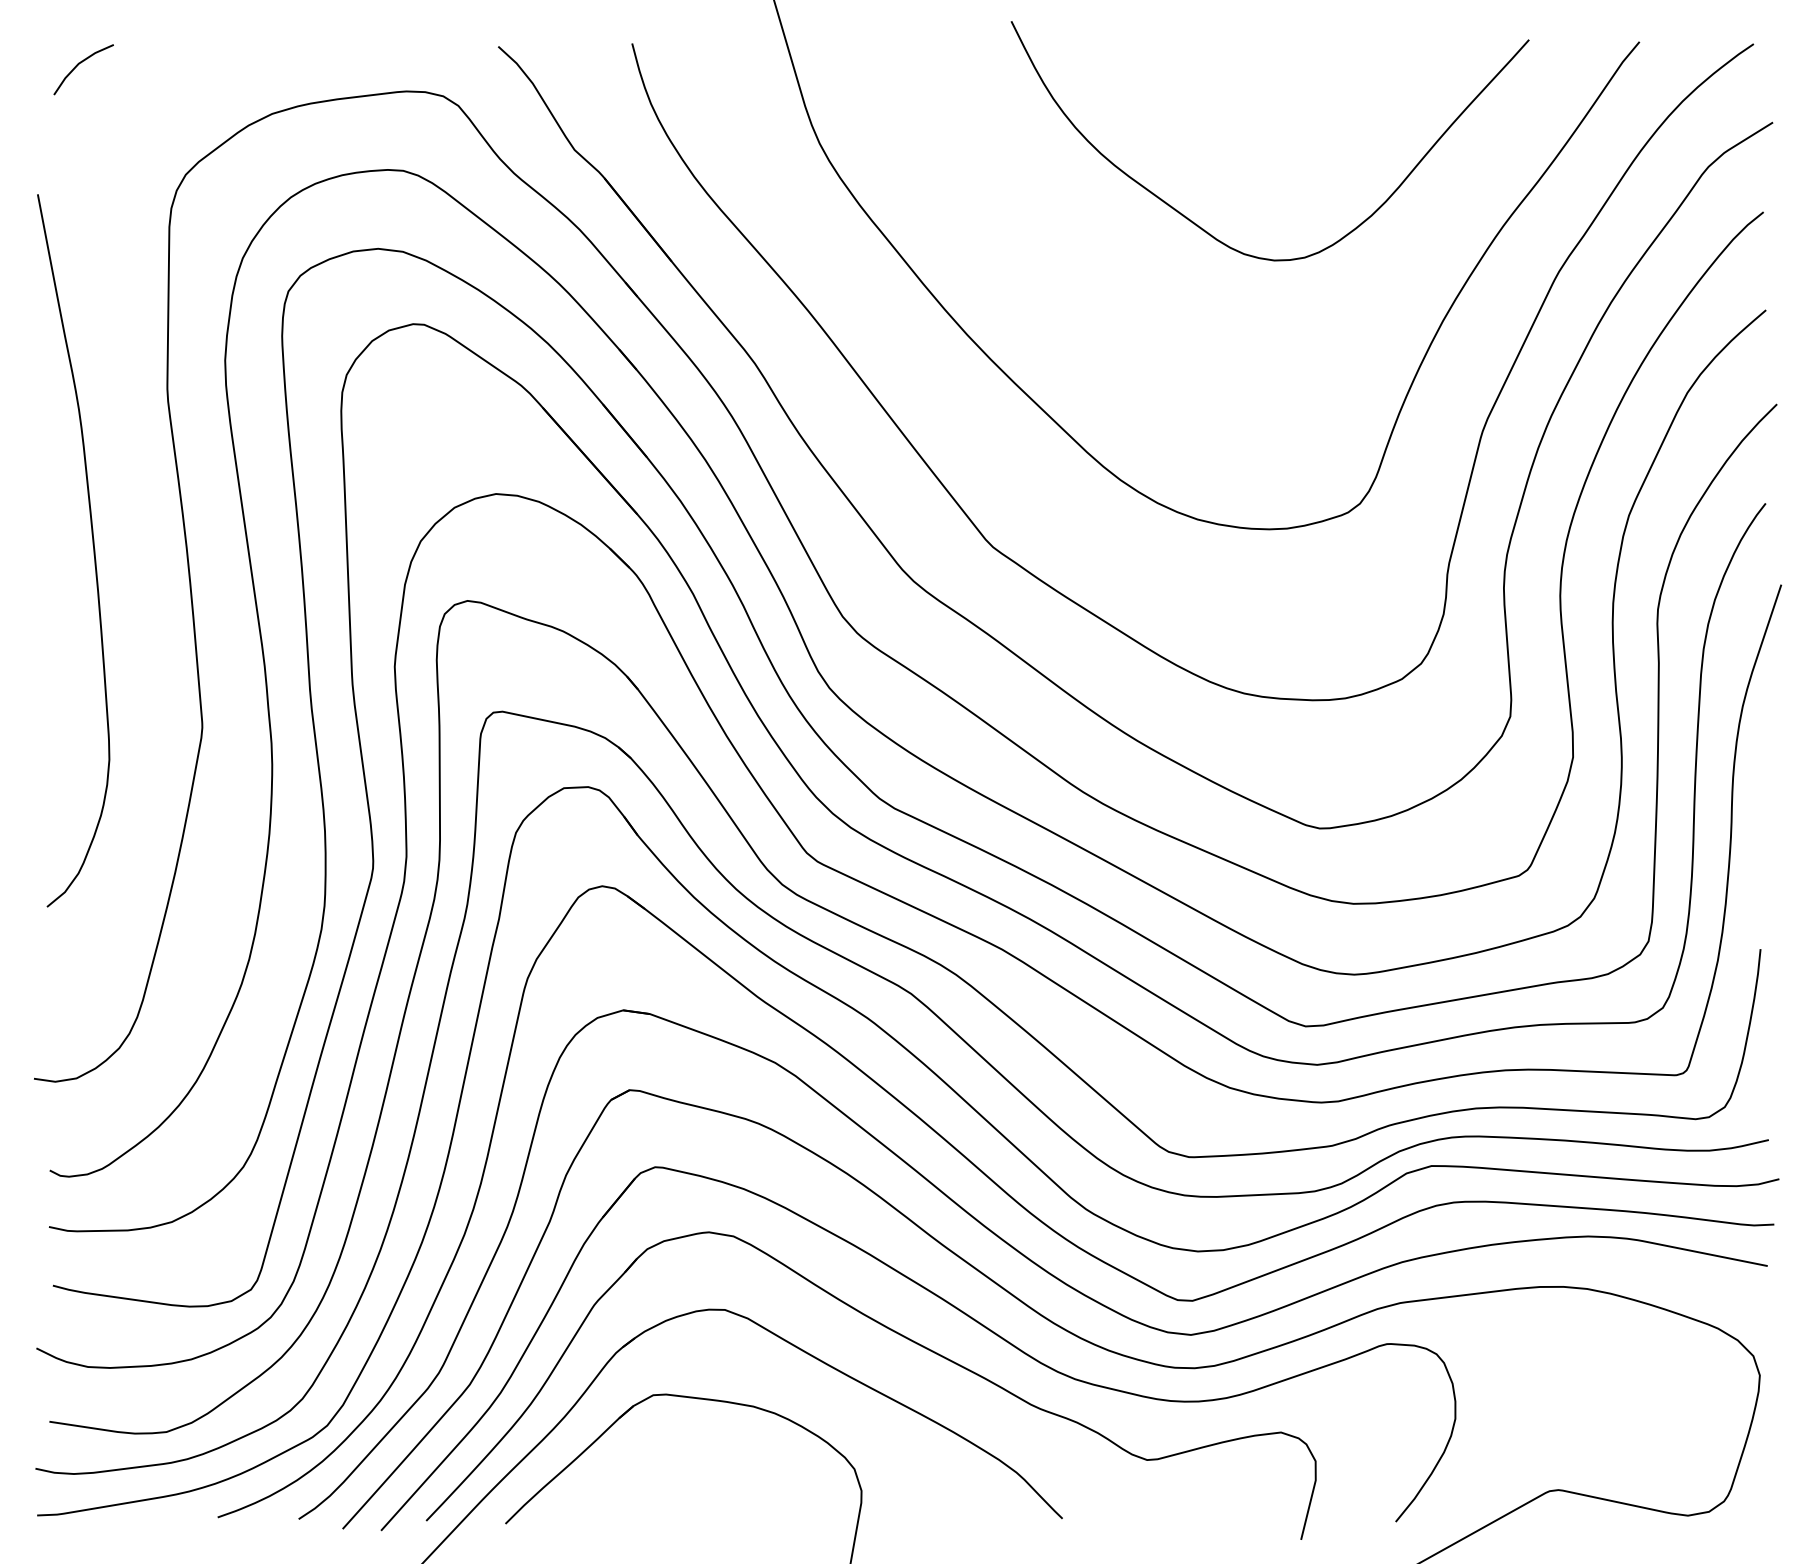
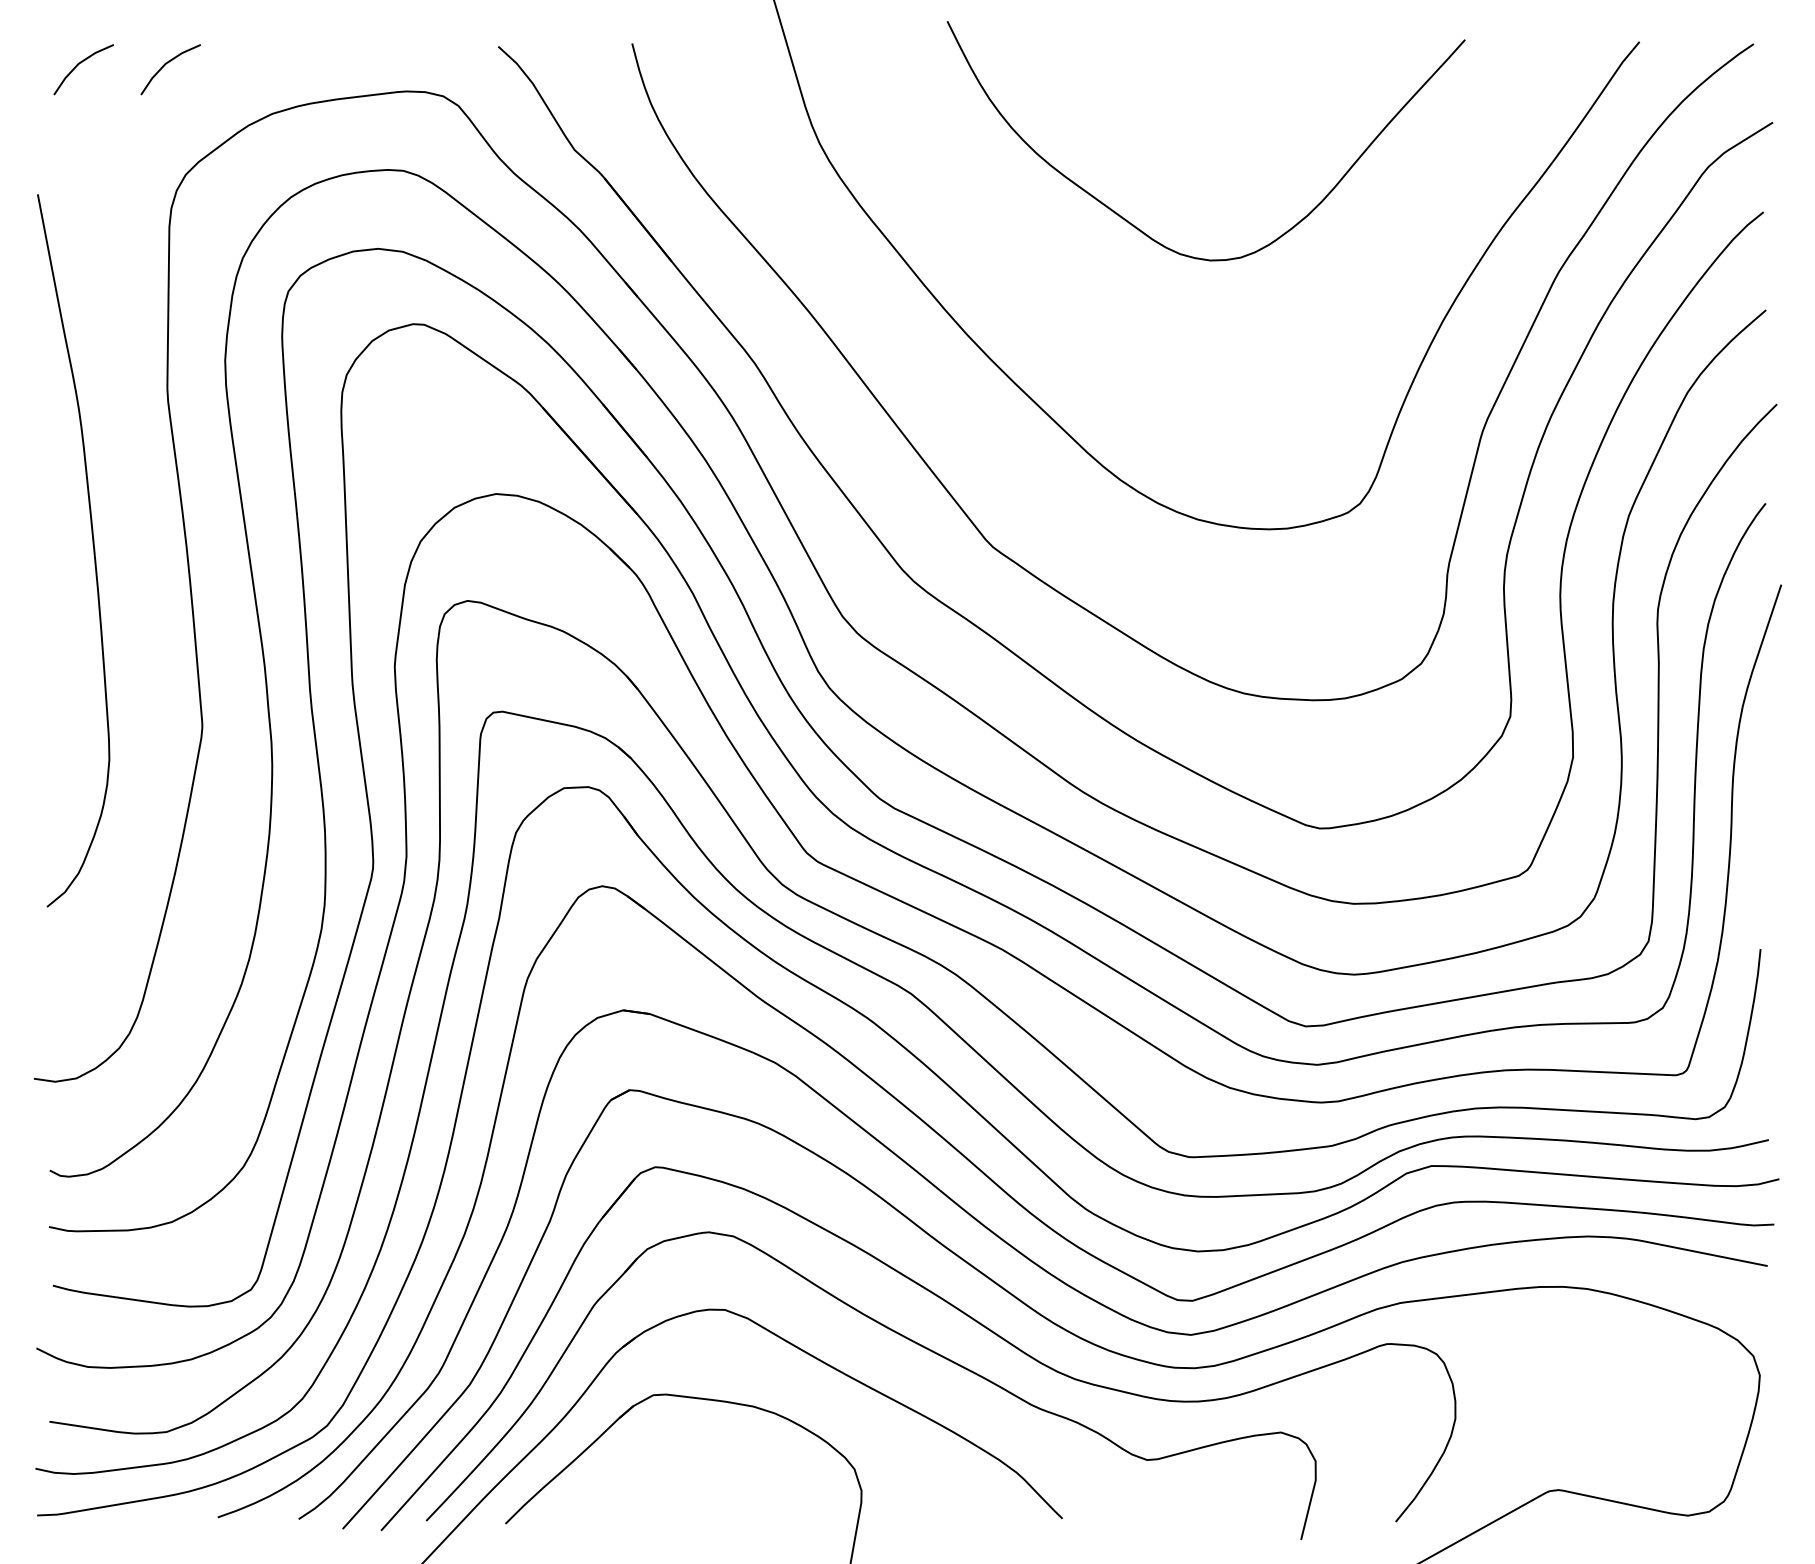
line at (168, 63): none -> present
curve at (1203, 228) position: (1203, 228) -> (1139, 228)
